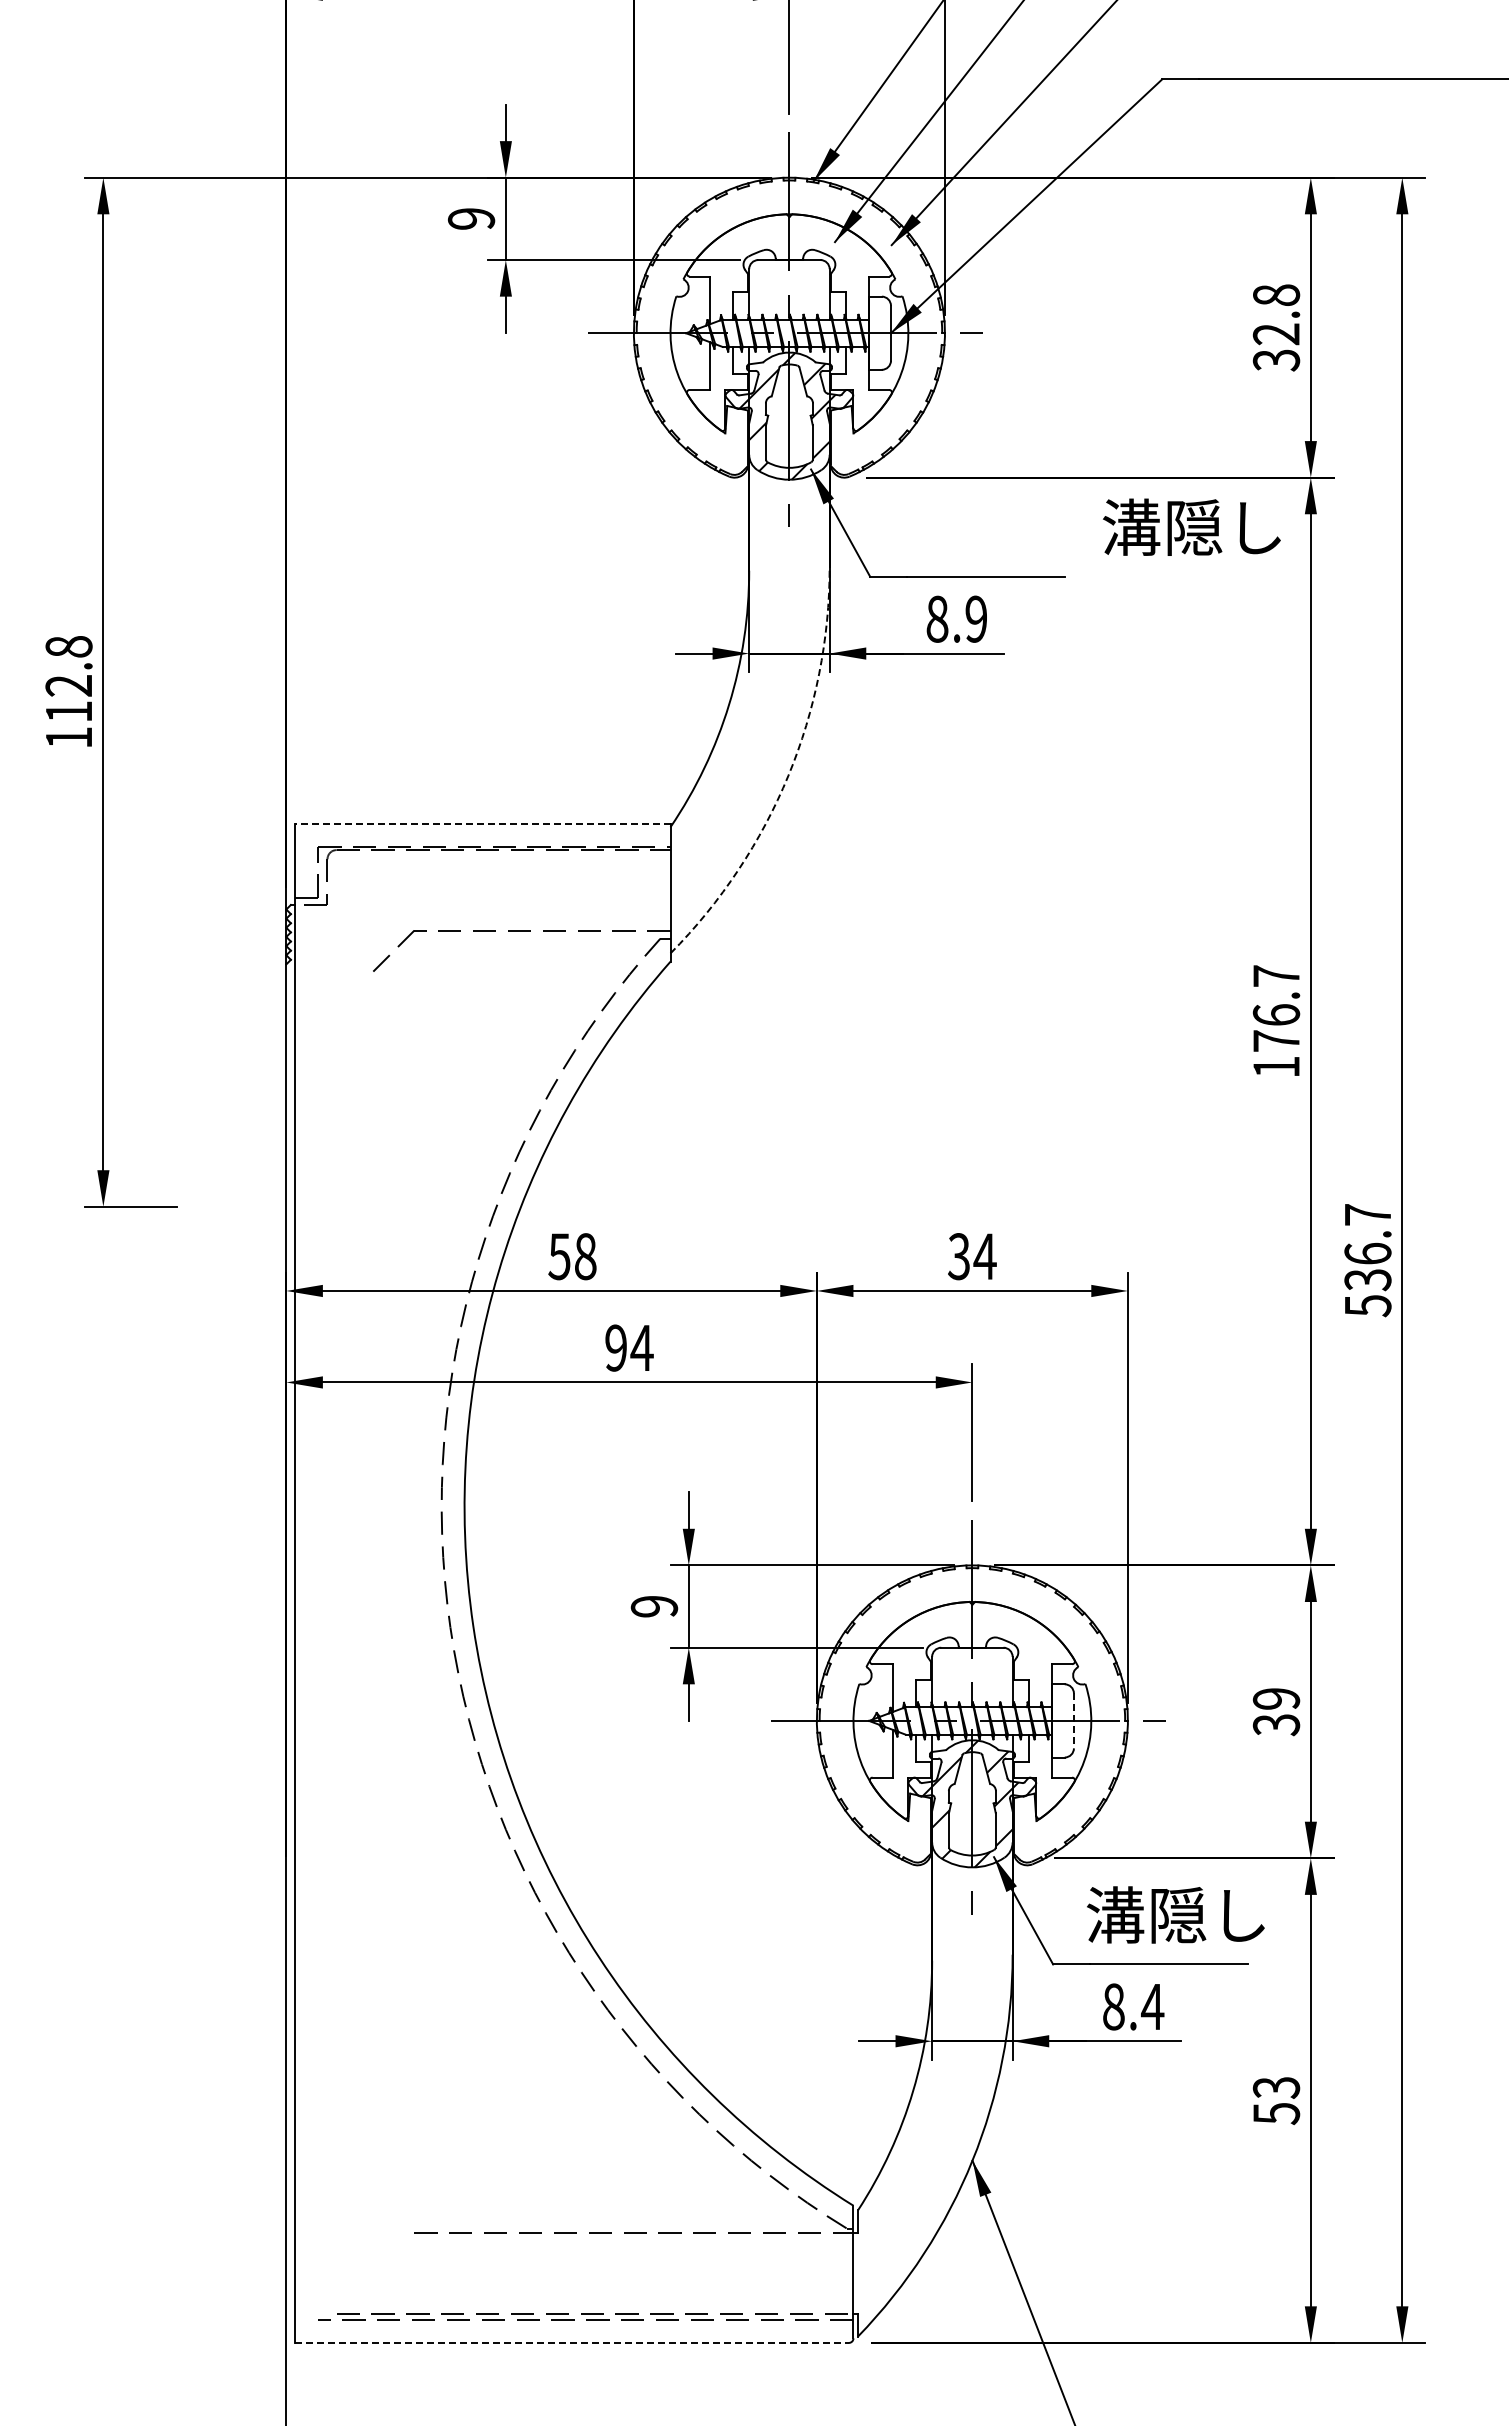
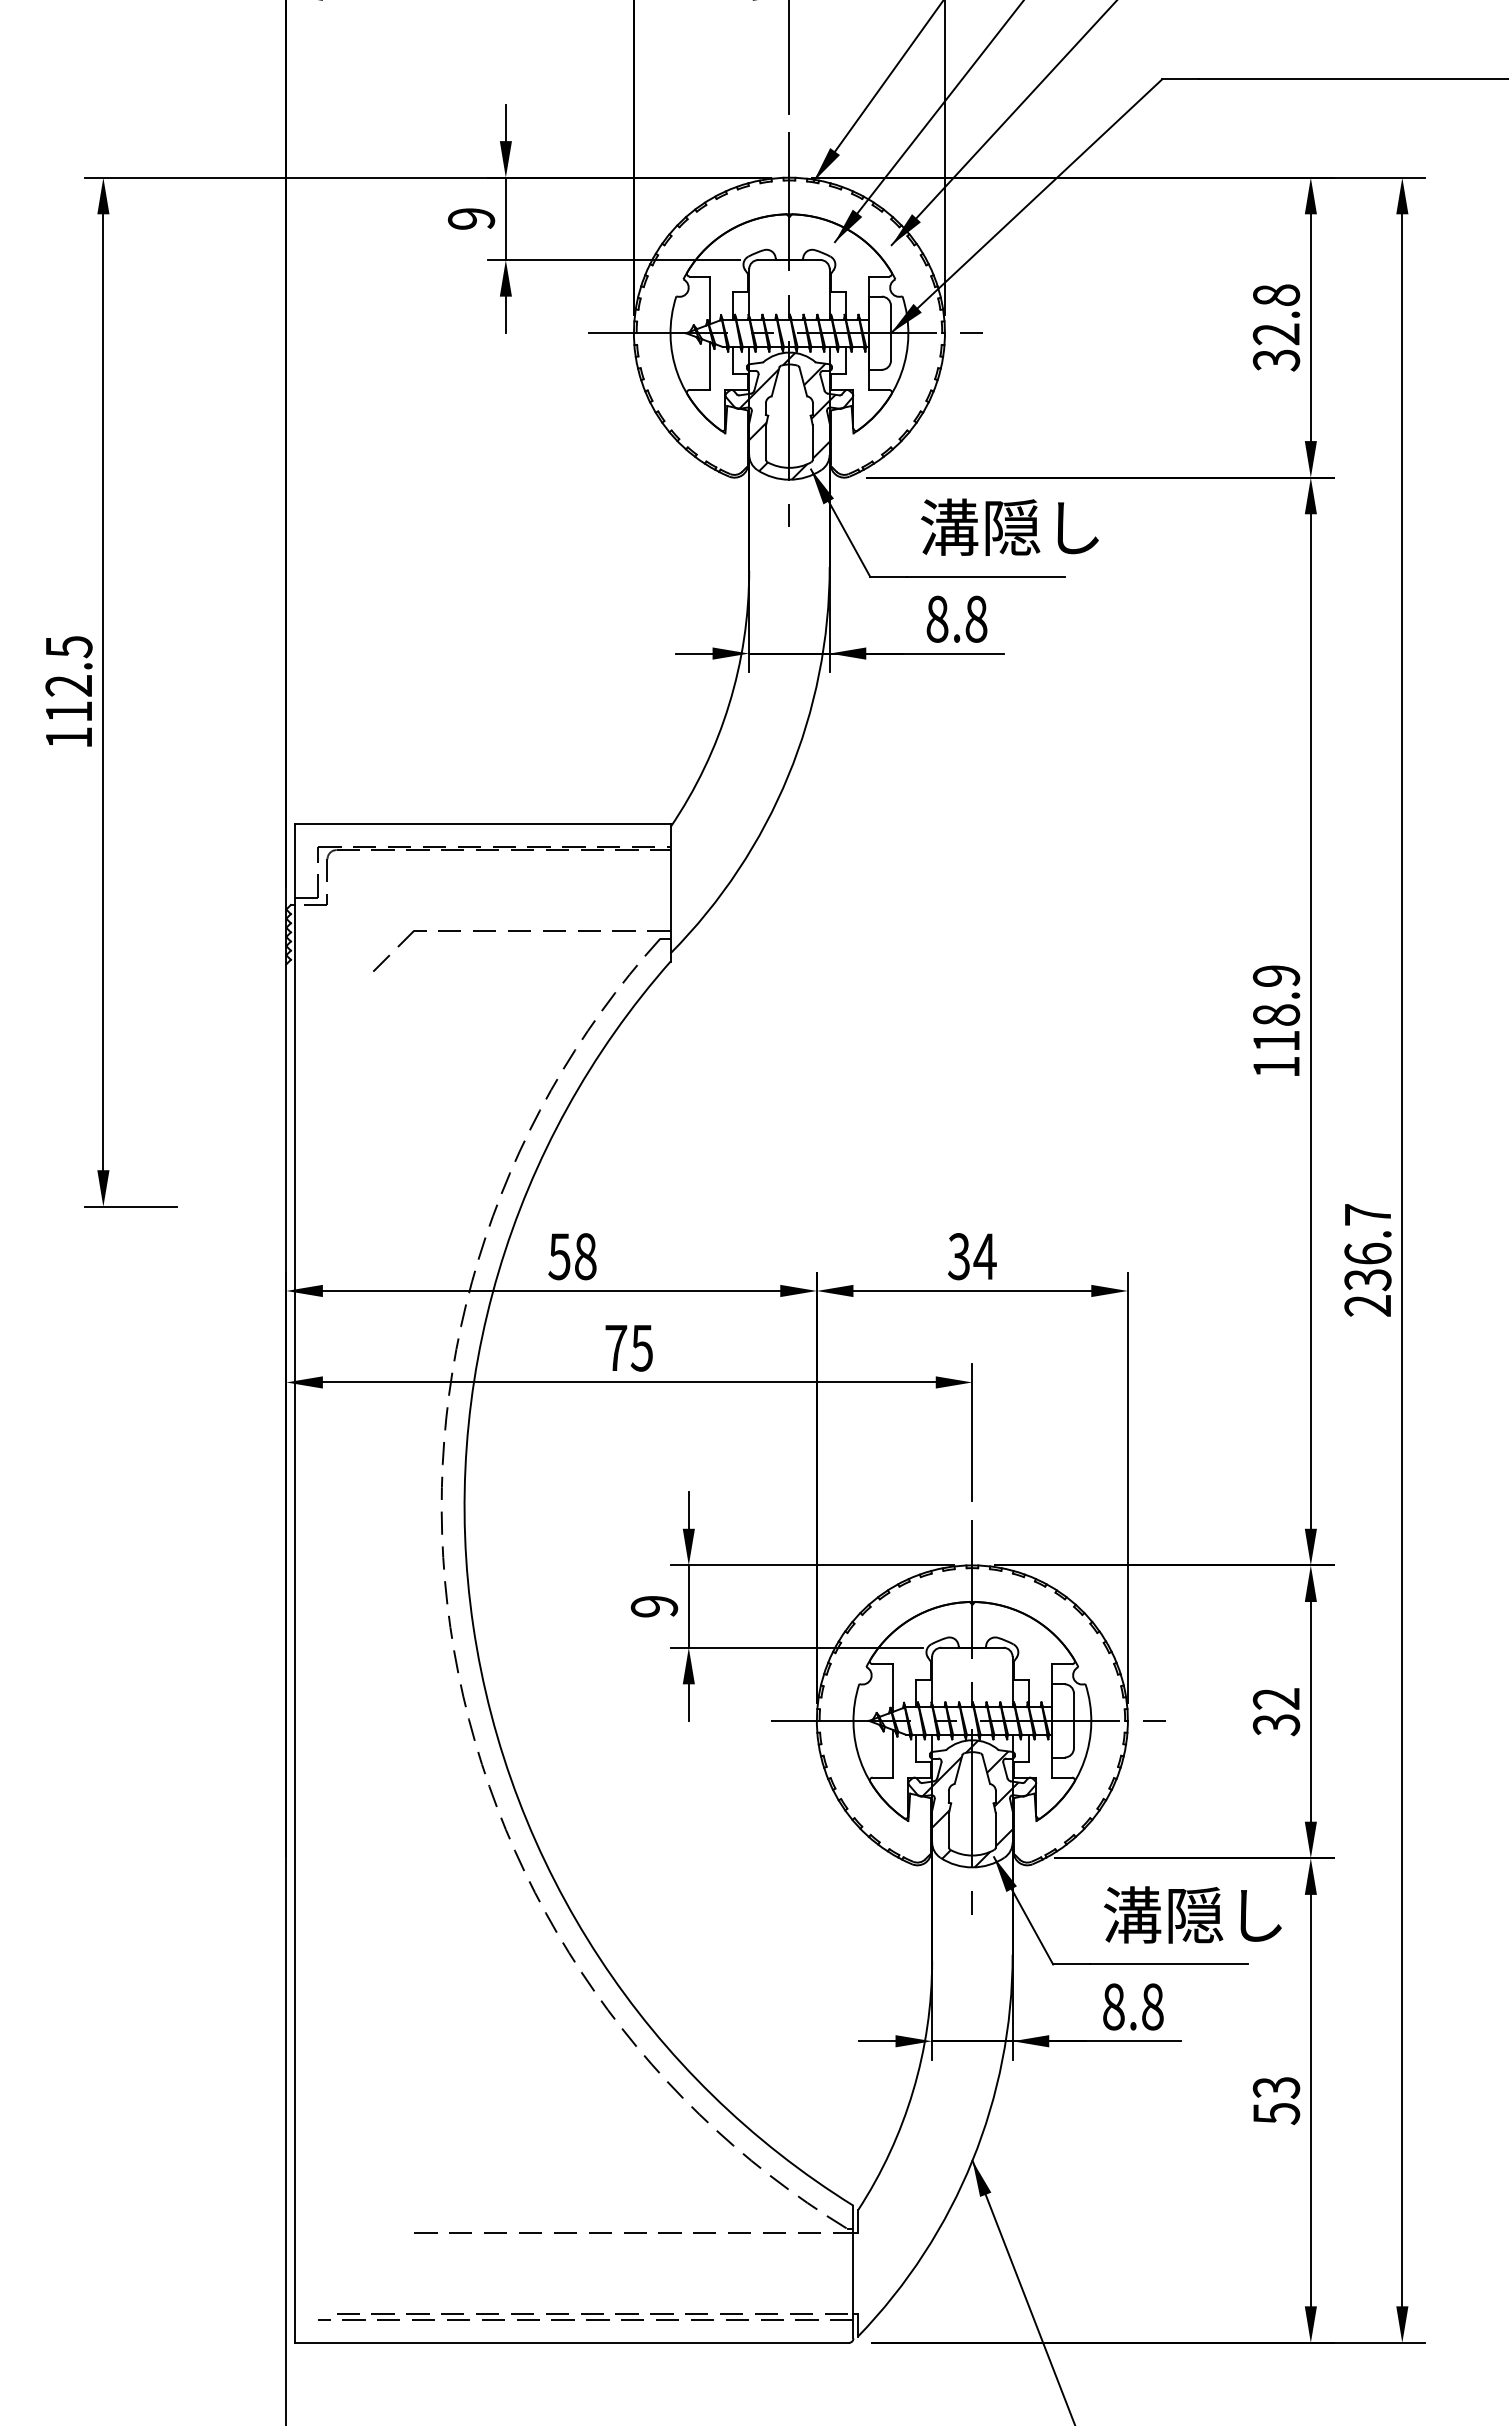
text at (1191, 526) position: (1191, 526) -> (1009, 526)
text at (976, 618): 8.9 -> 8.8
text at (68, 647): 112.8 -> 112.5
arc at (788, 775): dashed -> solid
line at (483, 824): dashed -> solid
text at (1276, 1008): 176.7 -> 118.9
text at (1367, 1306): 536.7 -> 236.7
text at (629, 1347): 94 -> 75
text at (1276, 1698): 39 -> 32
line at (1073, 1721): dashed -> solid
text at (1175, 1914) position: (1175, 1914) -> (1192, 1914)
text at (1152, 2006): 8.4 -> 8.8
line at (572, 2342): dashed -> solid
